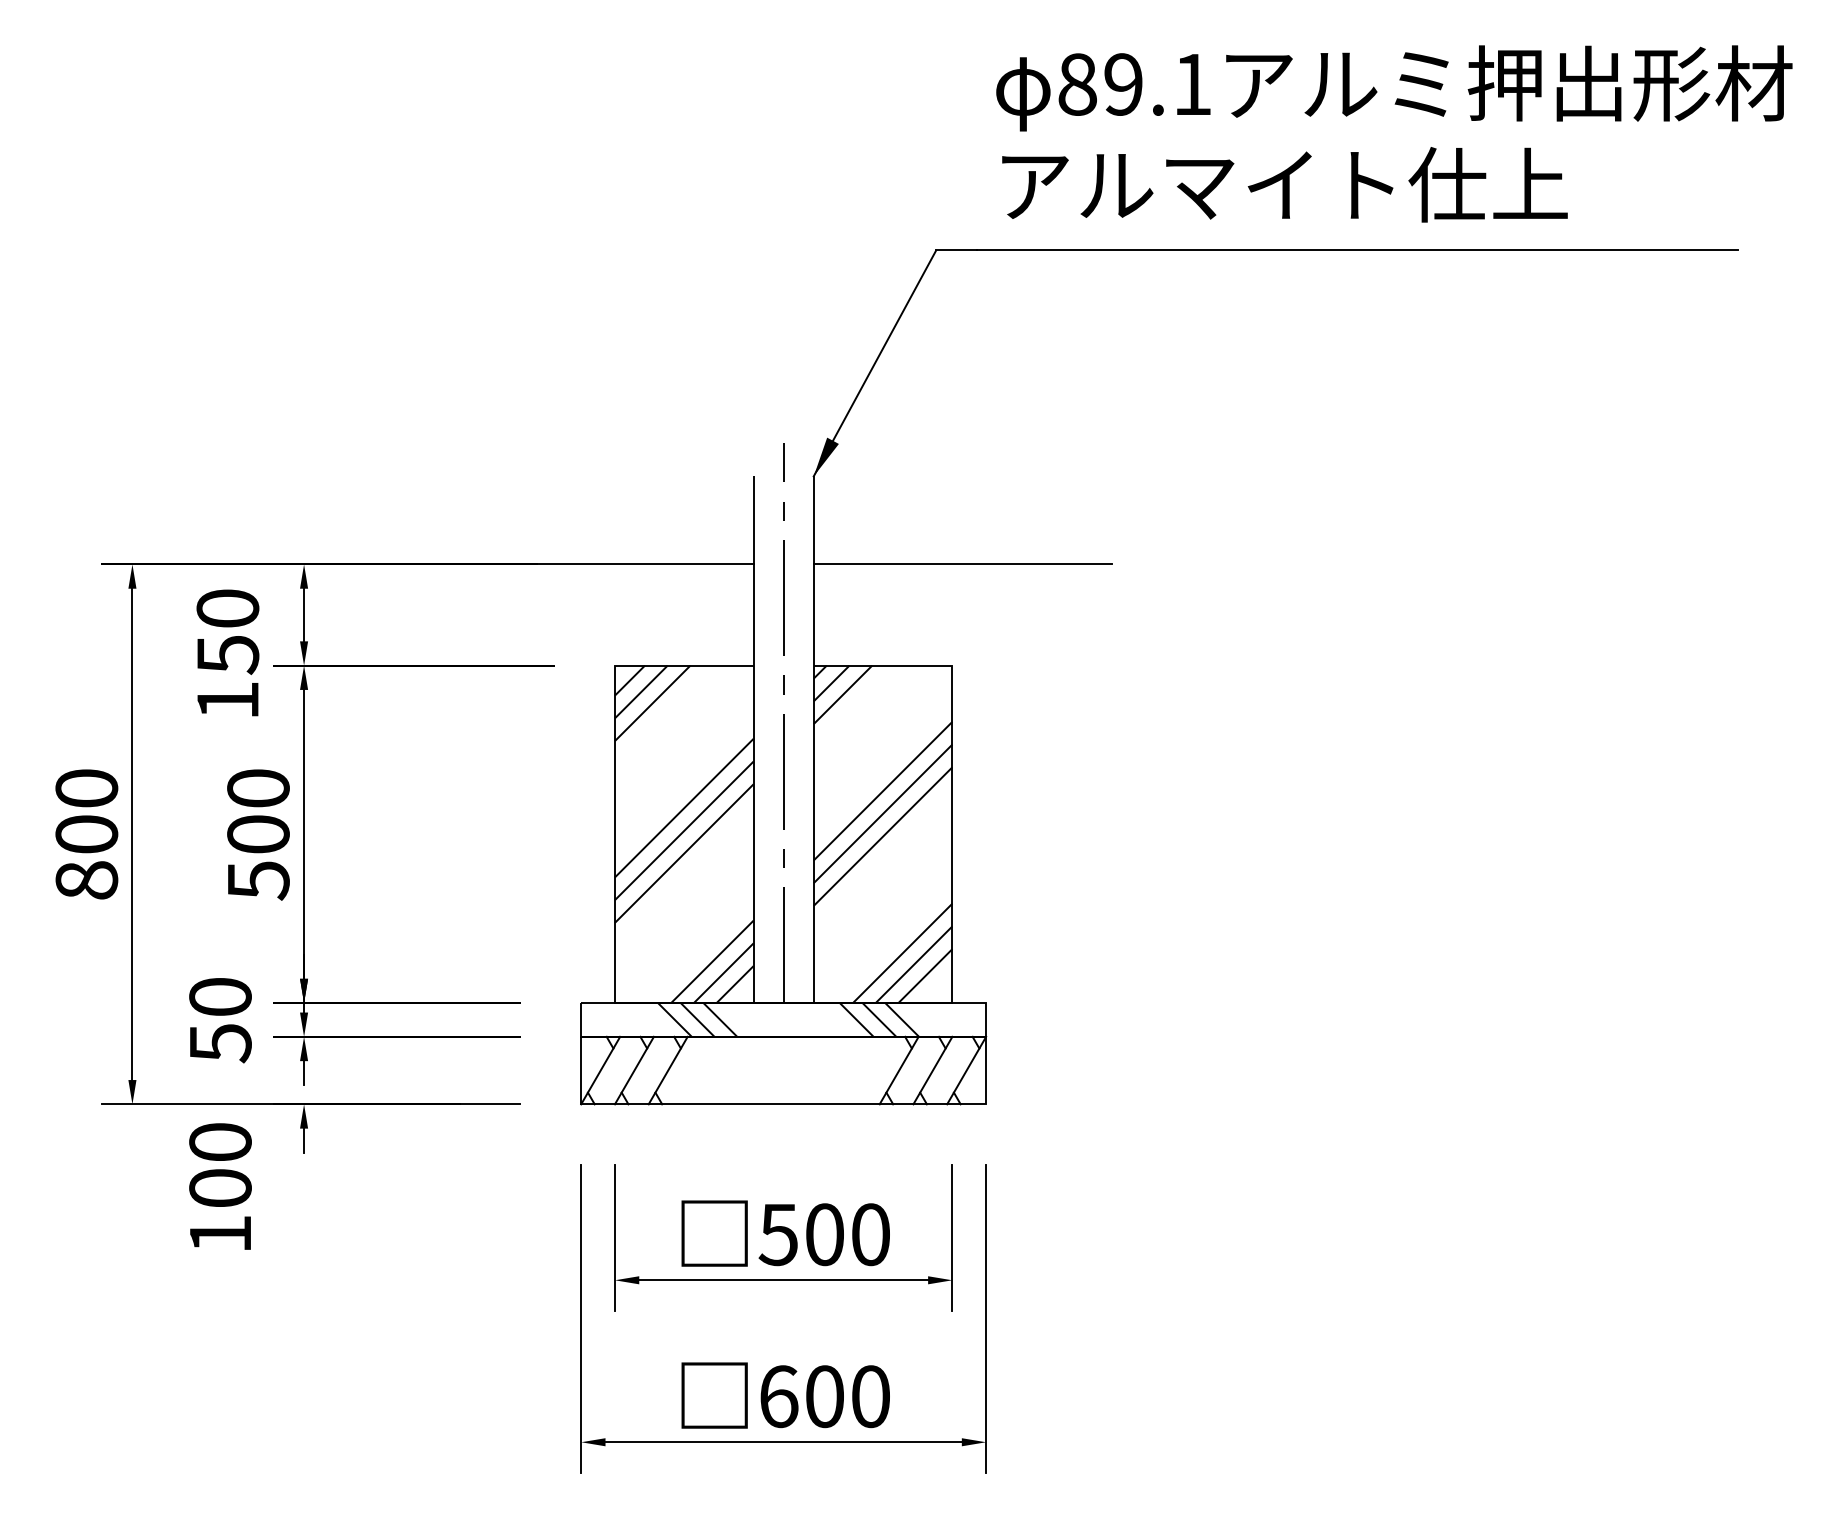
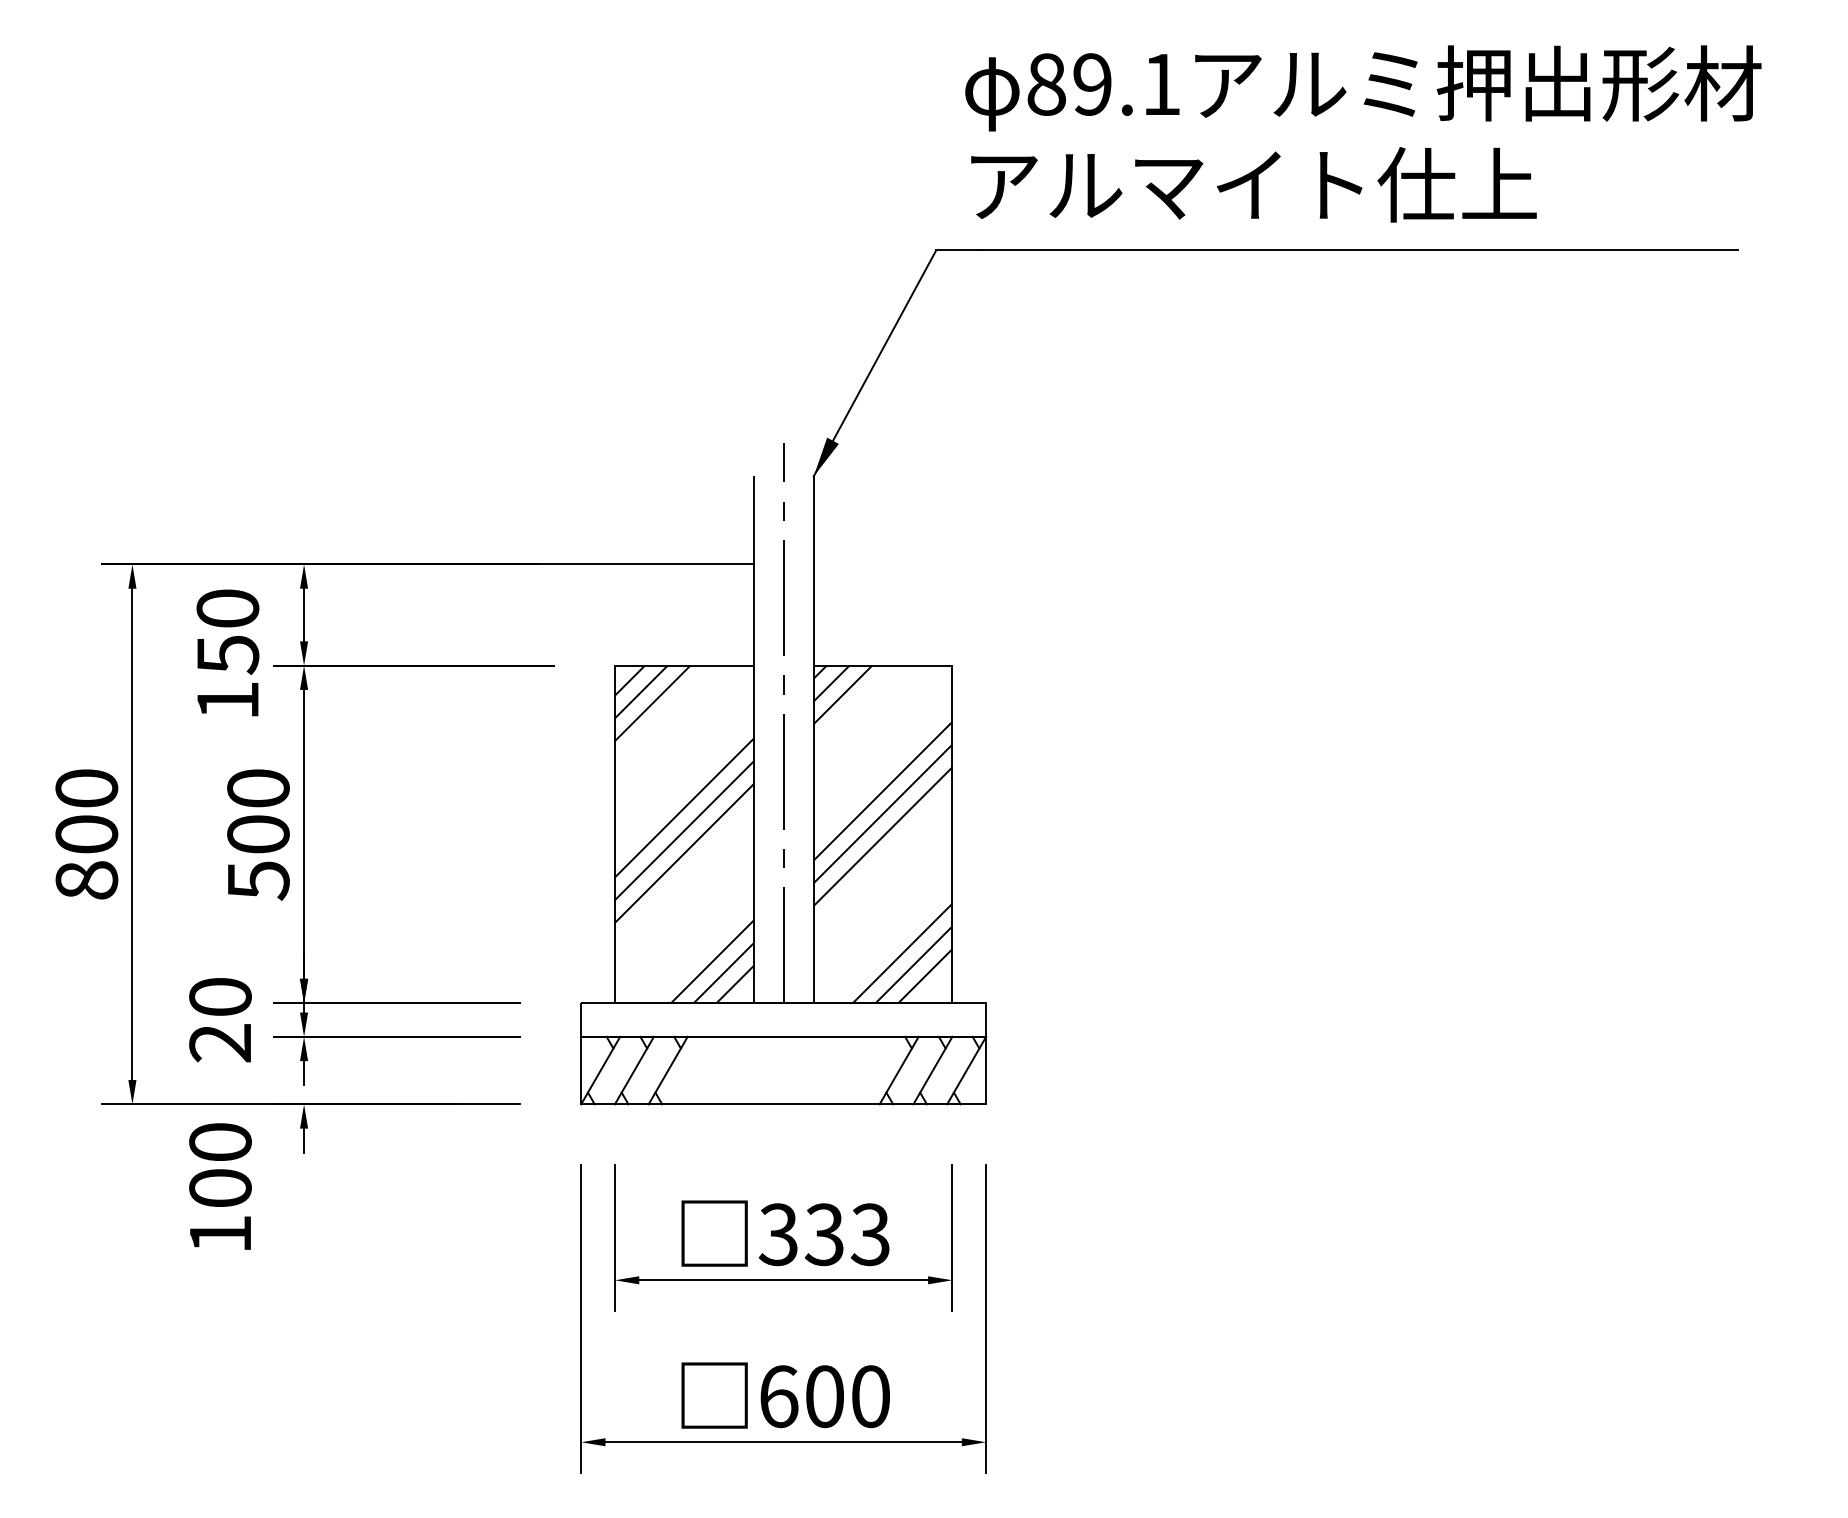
text at (1394, 133) position: (1394, 133) -> (1363, 133)
line at (962, 564): present -> none
hatch at (788, 1019): present -> none
text at (220, 1043): 50 -> 20
text at (823, 1234): 500 -> 333
